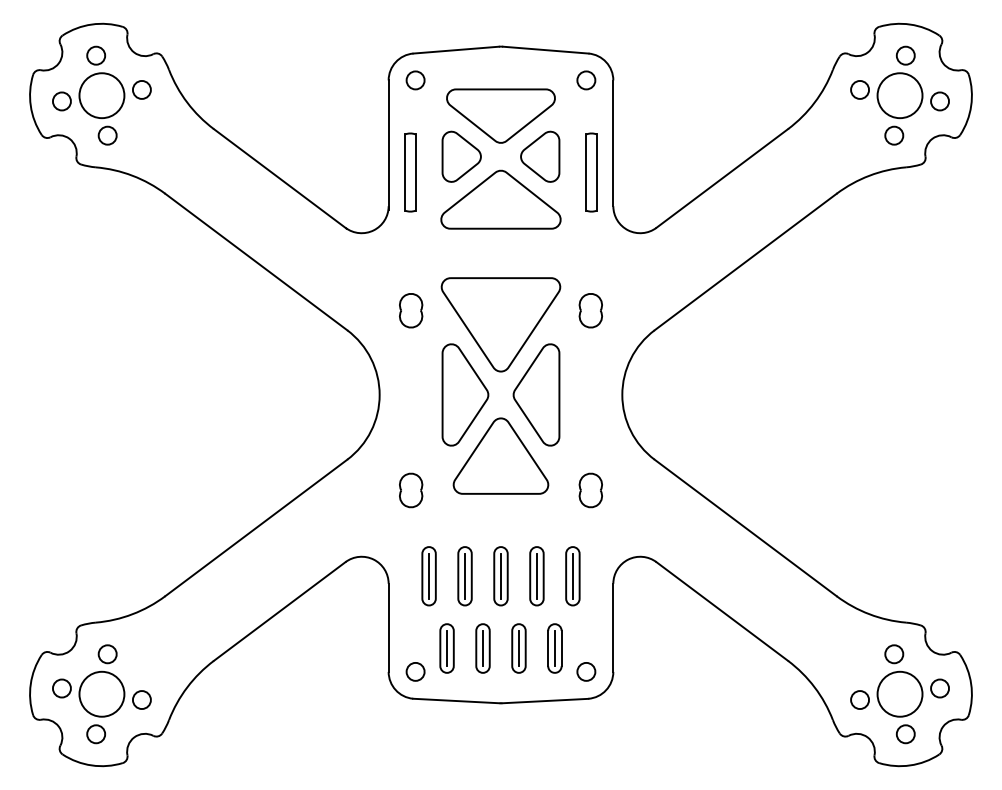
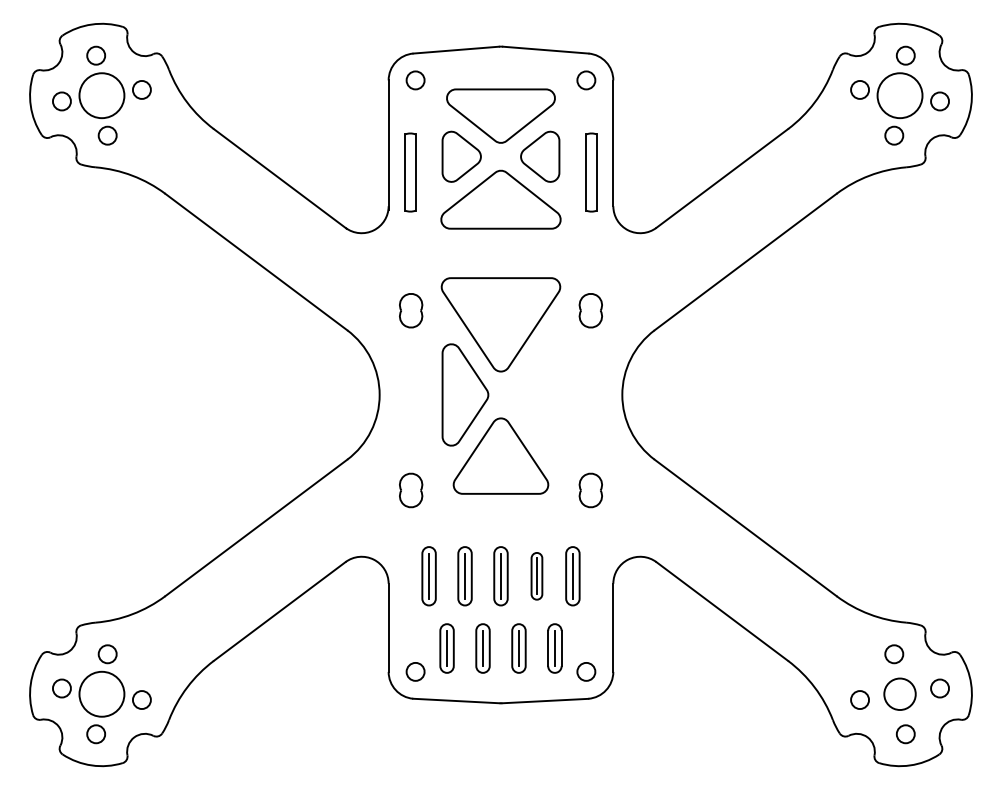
part at (536, 394): present -> none
part at (536, 576) size: 16x61 px -> 14x49 px
circle at (899, 693) diameter: 45 px -> 31 px
